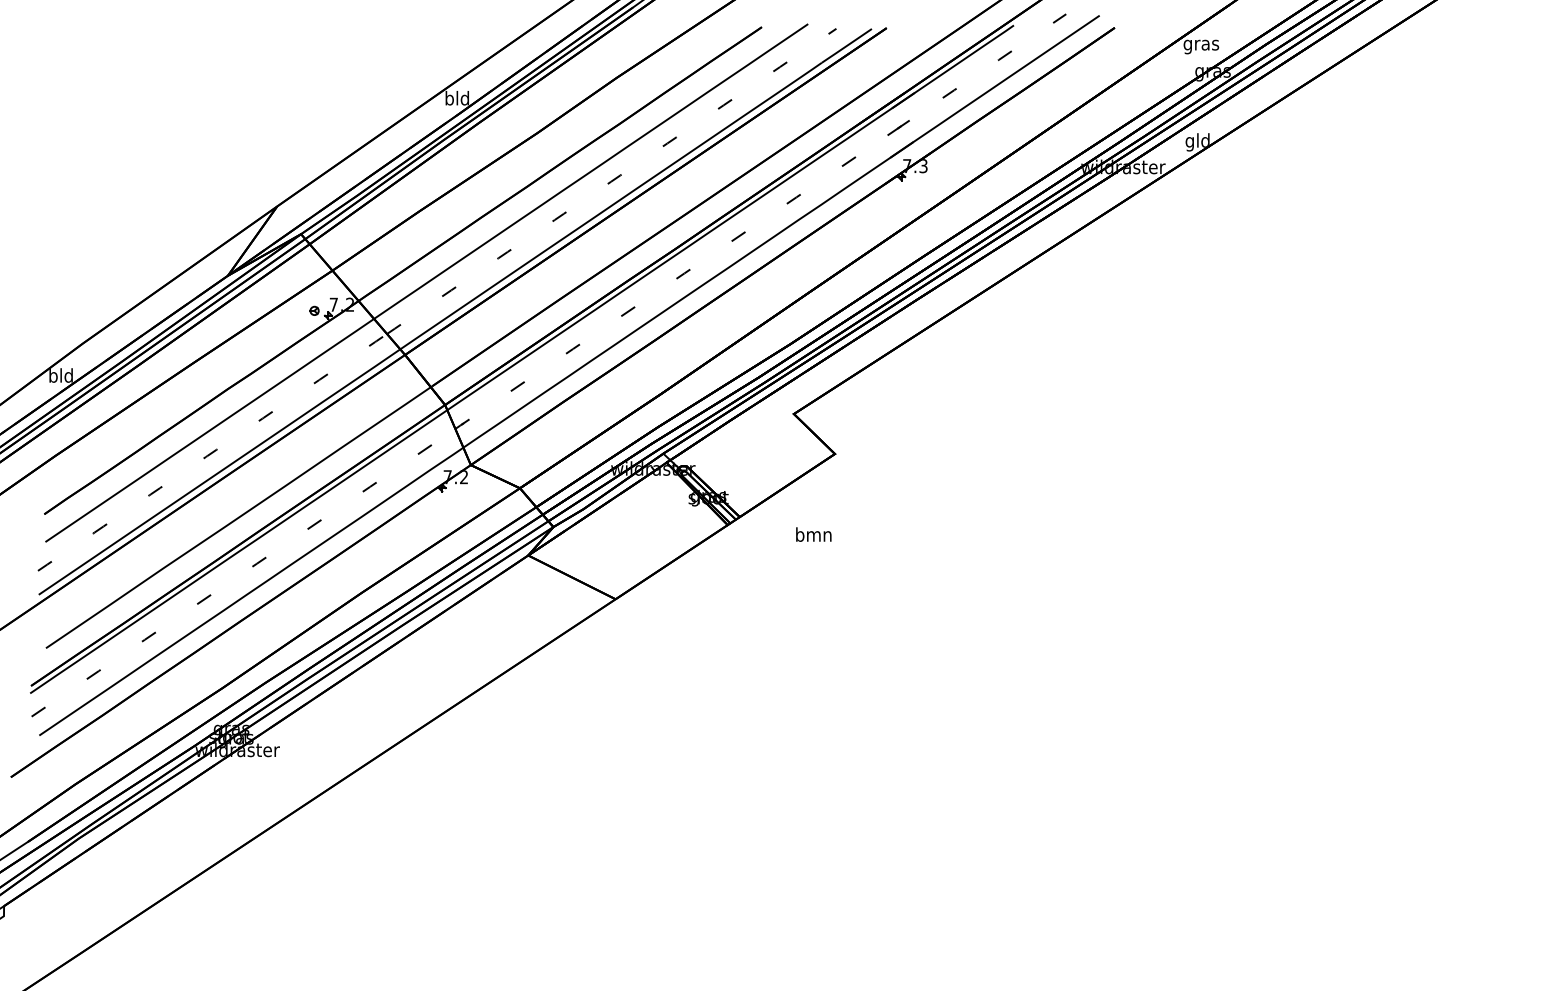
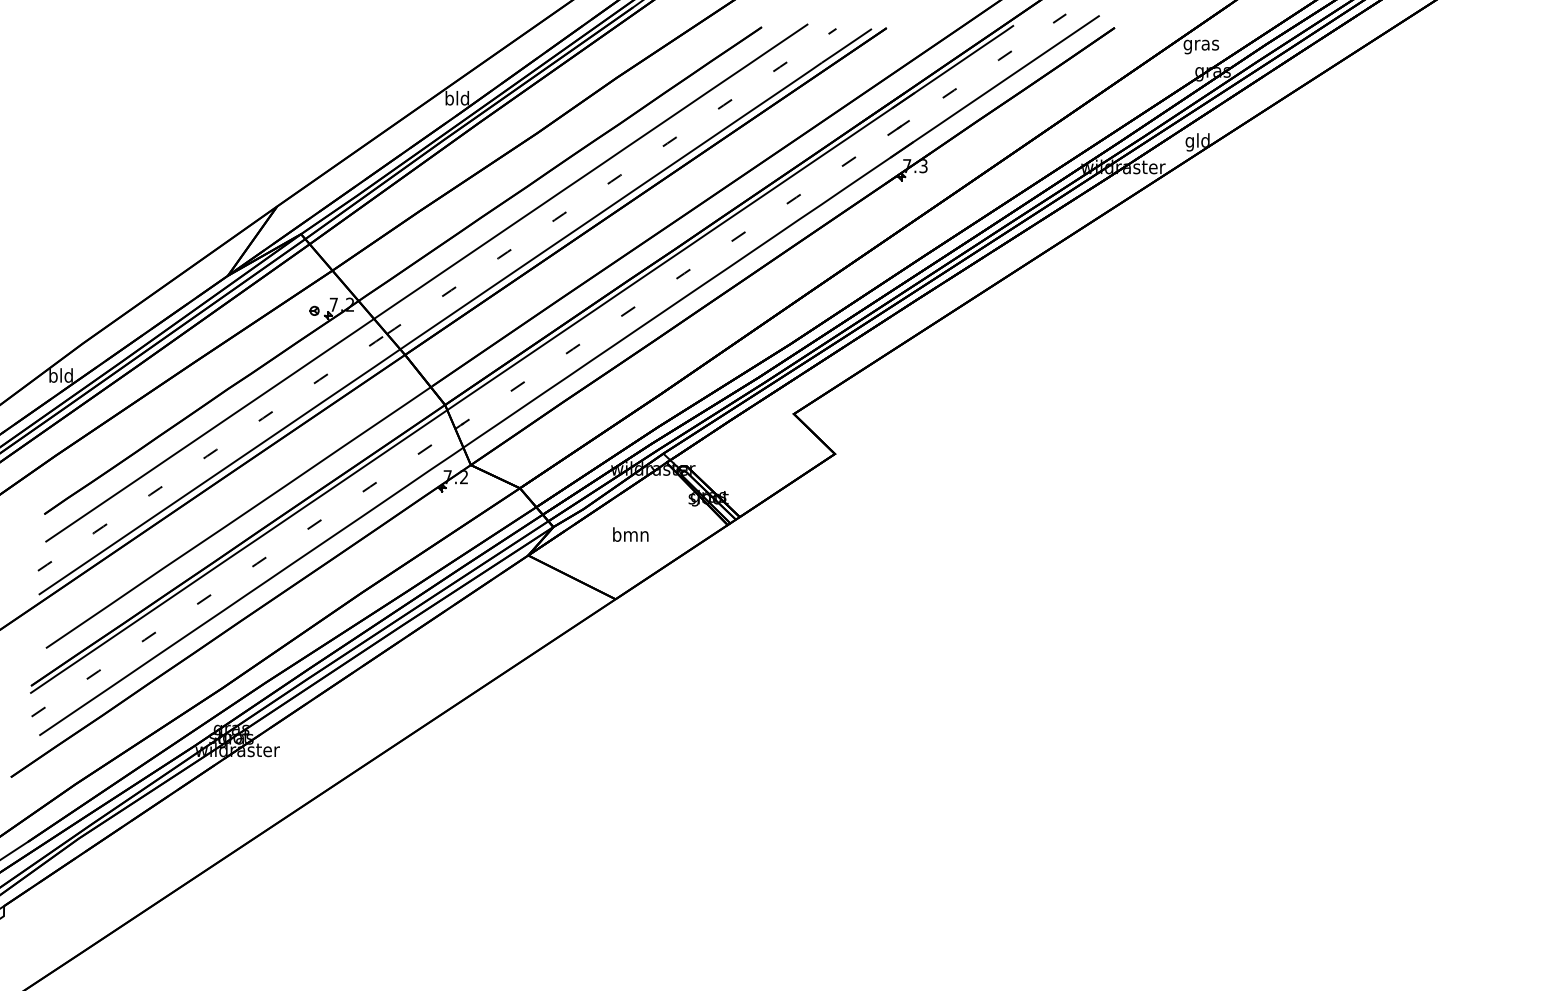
text at (813, 534) position: (813, 534) -> (630, 534)
